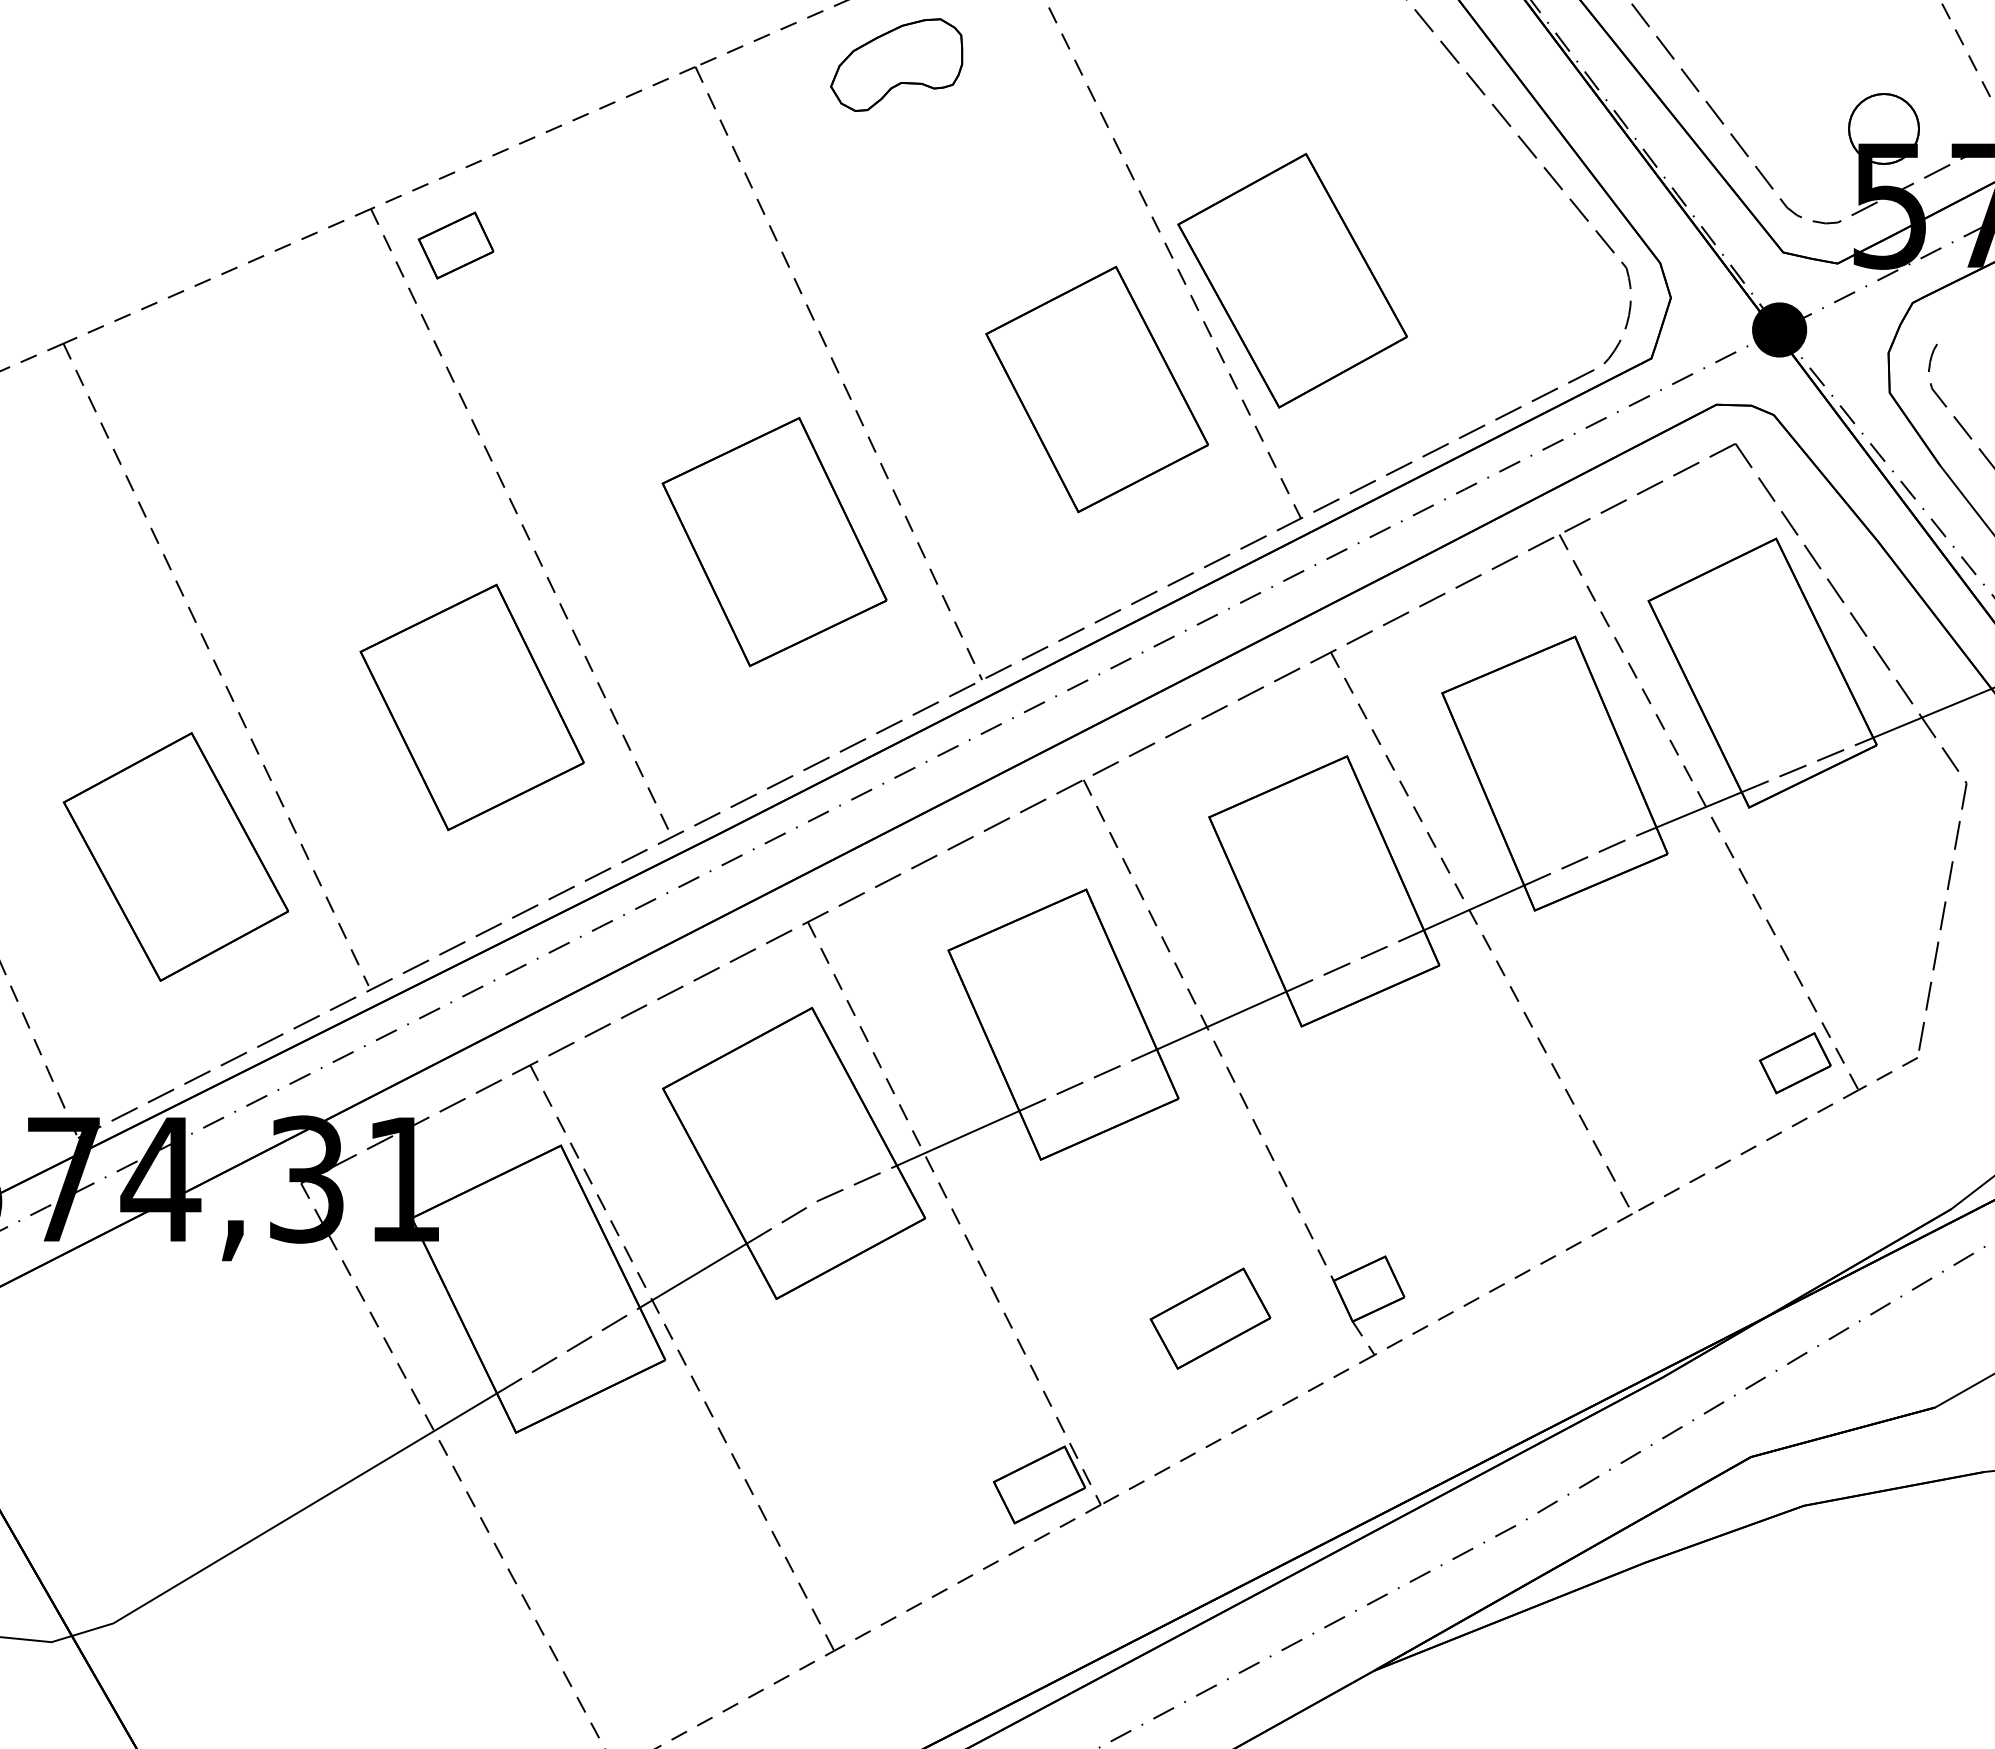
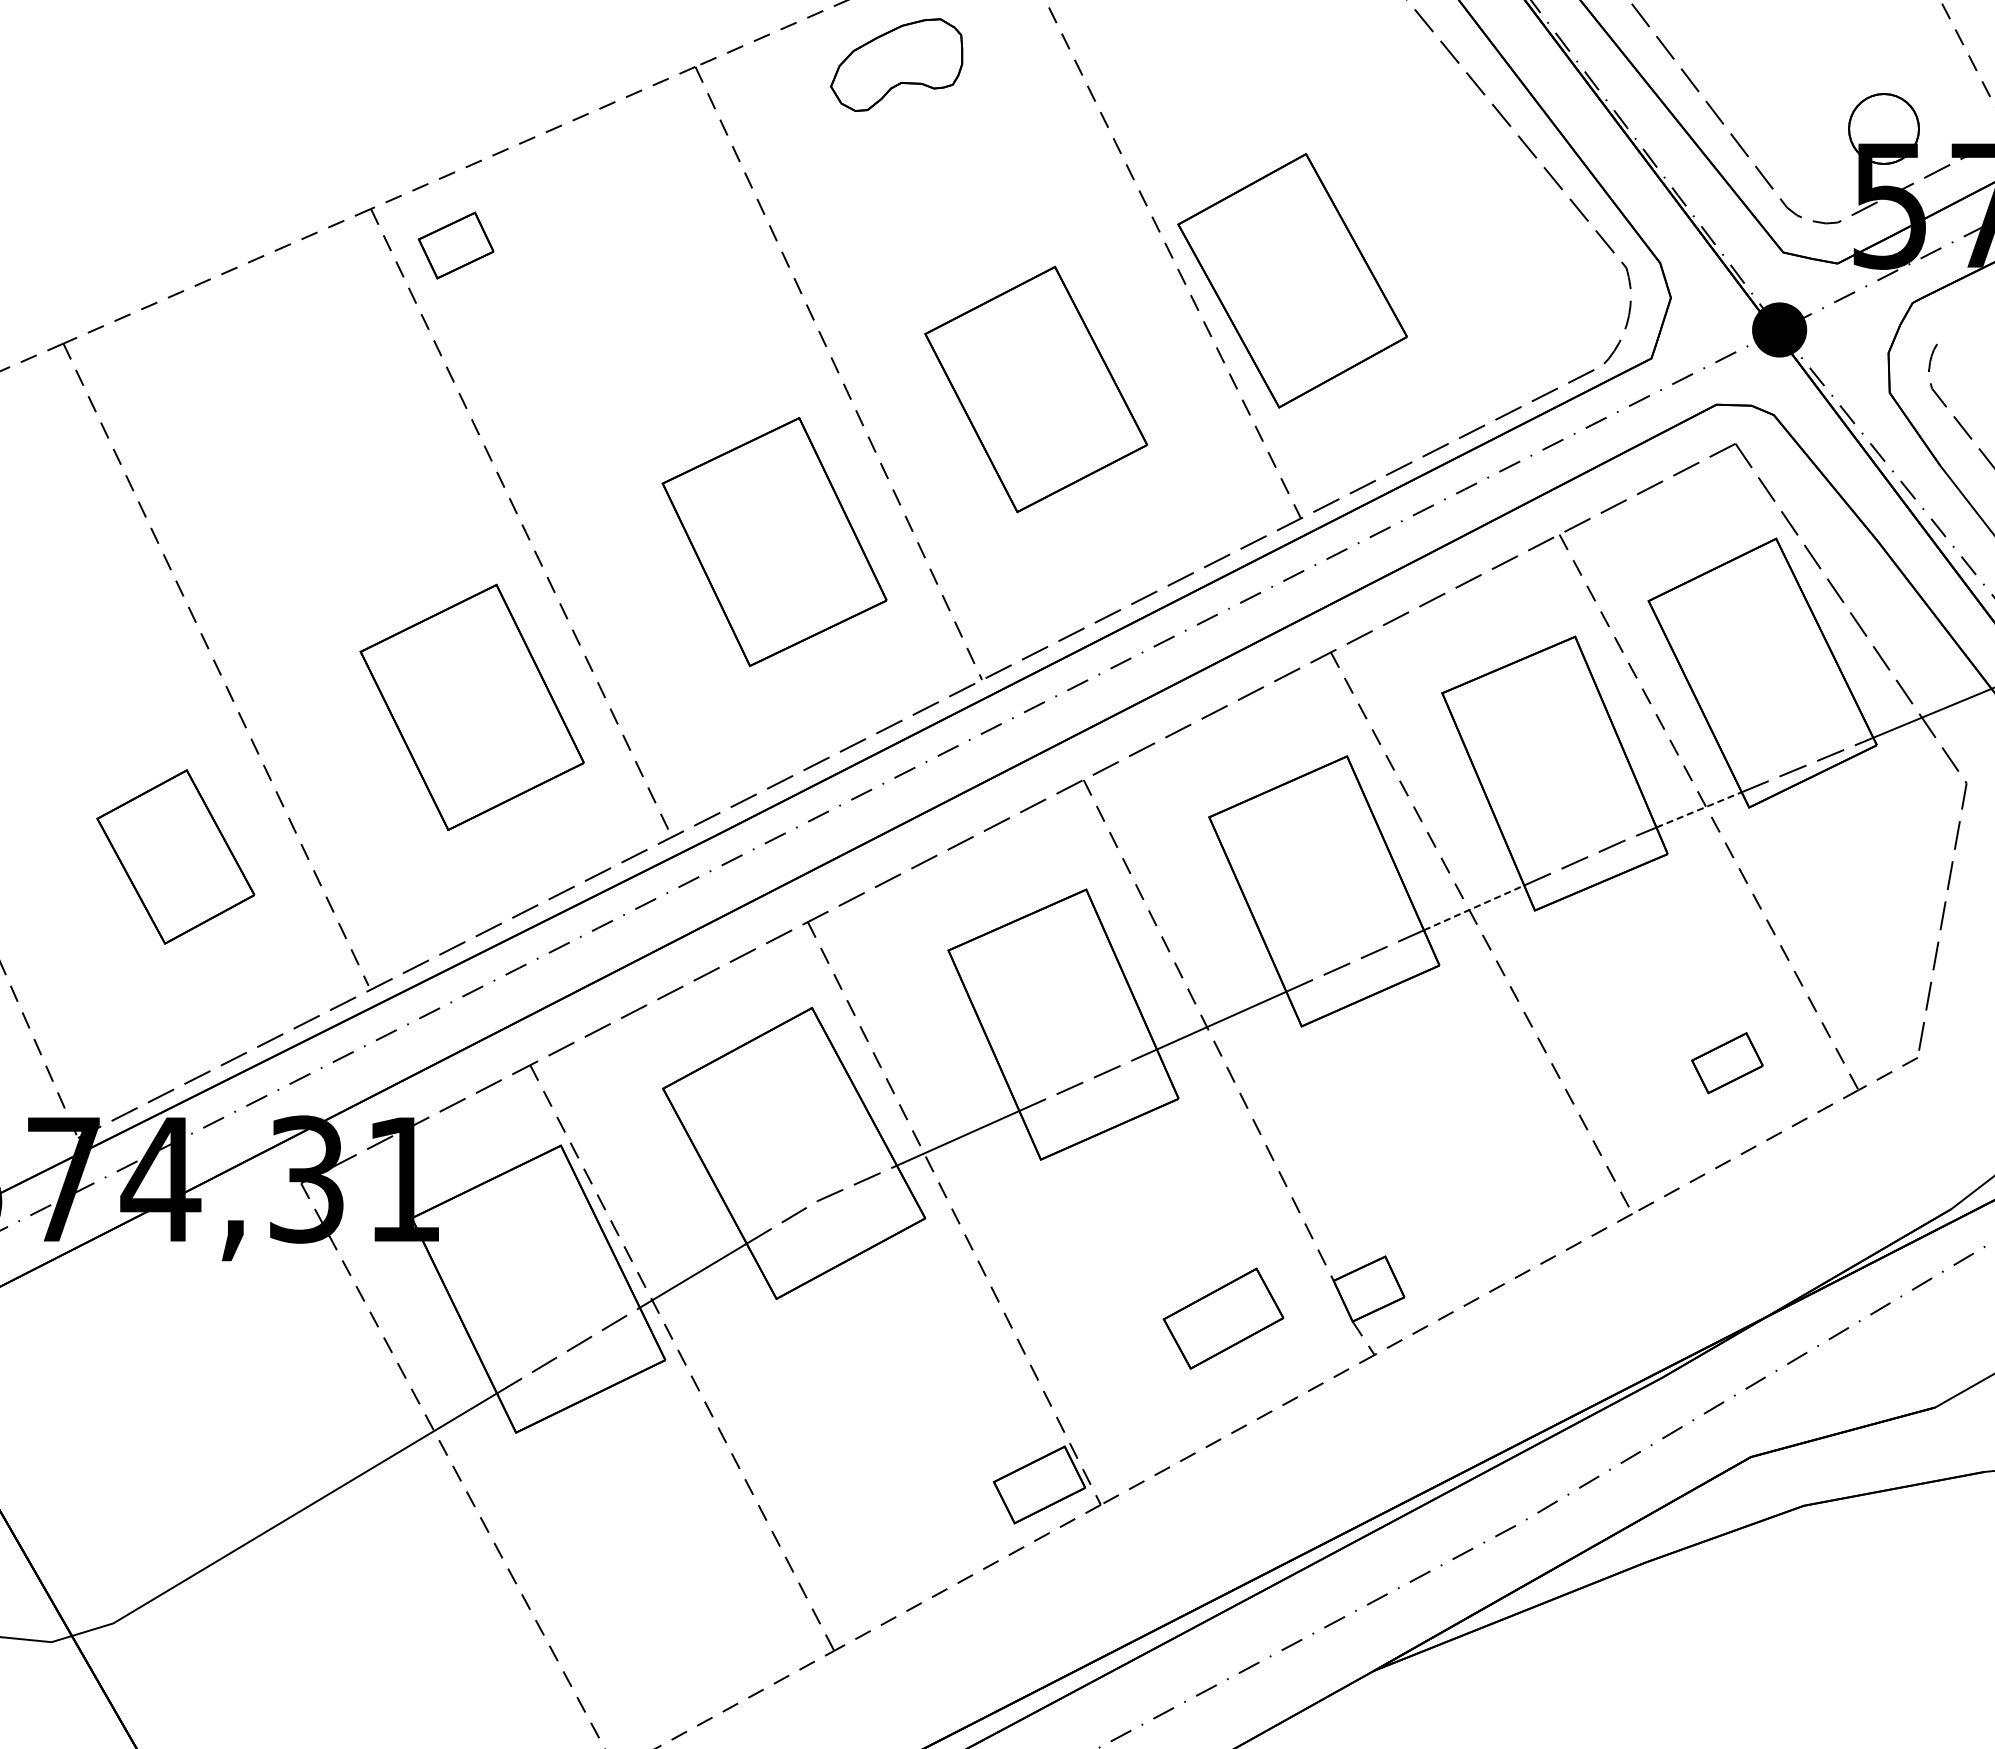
part at (1096, 389) position: (1096, 389) -> (1035, 389)
line at (1699, 809): solid -> dashed
part at (175, 856) size: 227x250 px -> 160x176 px
line at (1474, 907): solid -> dashed
part at (1795, 1063) position: (1795, 1063) -> (1727, 1063)
part at (1210, 1318) position: (1210, 1318) -> (1223, 1318)
